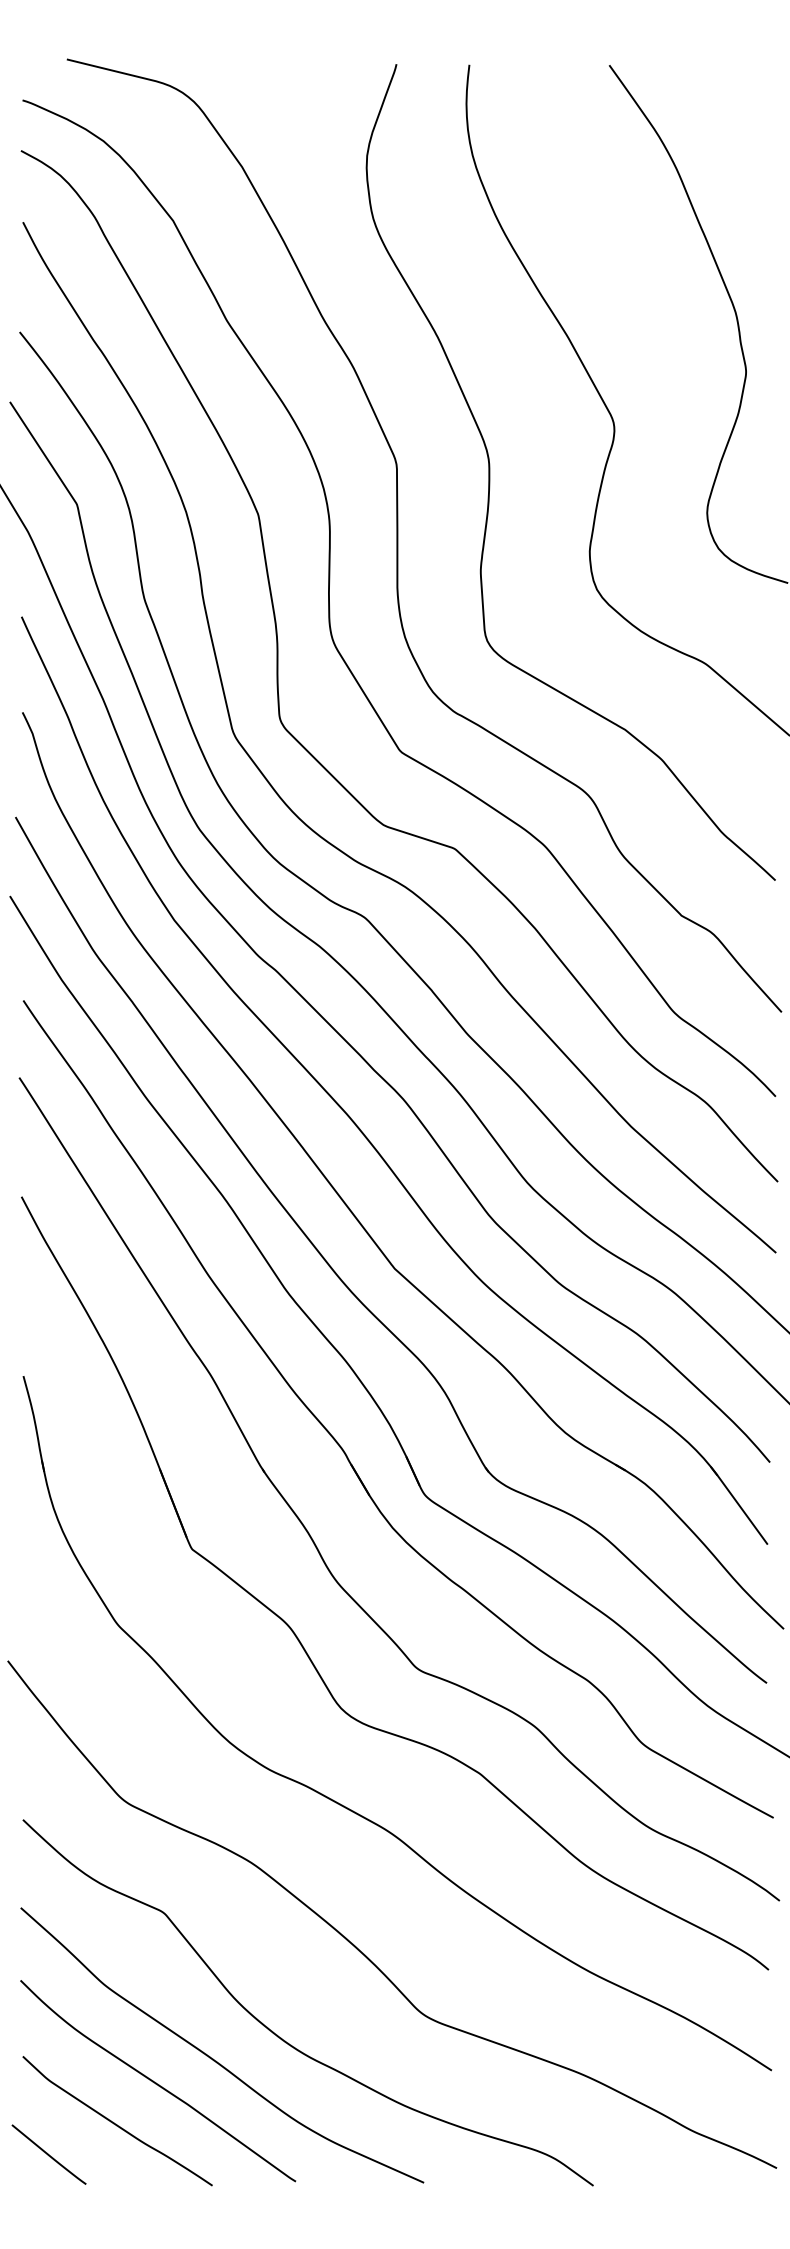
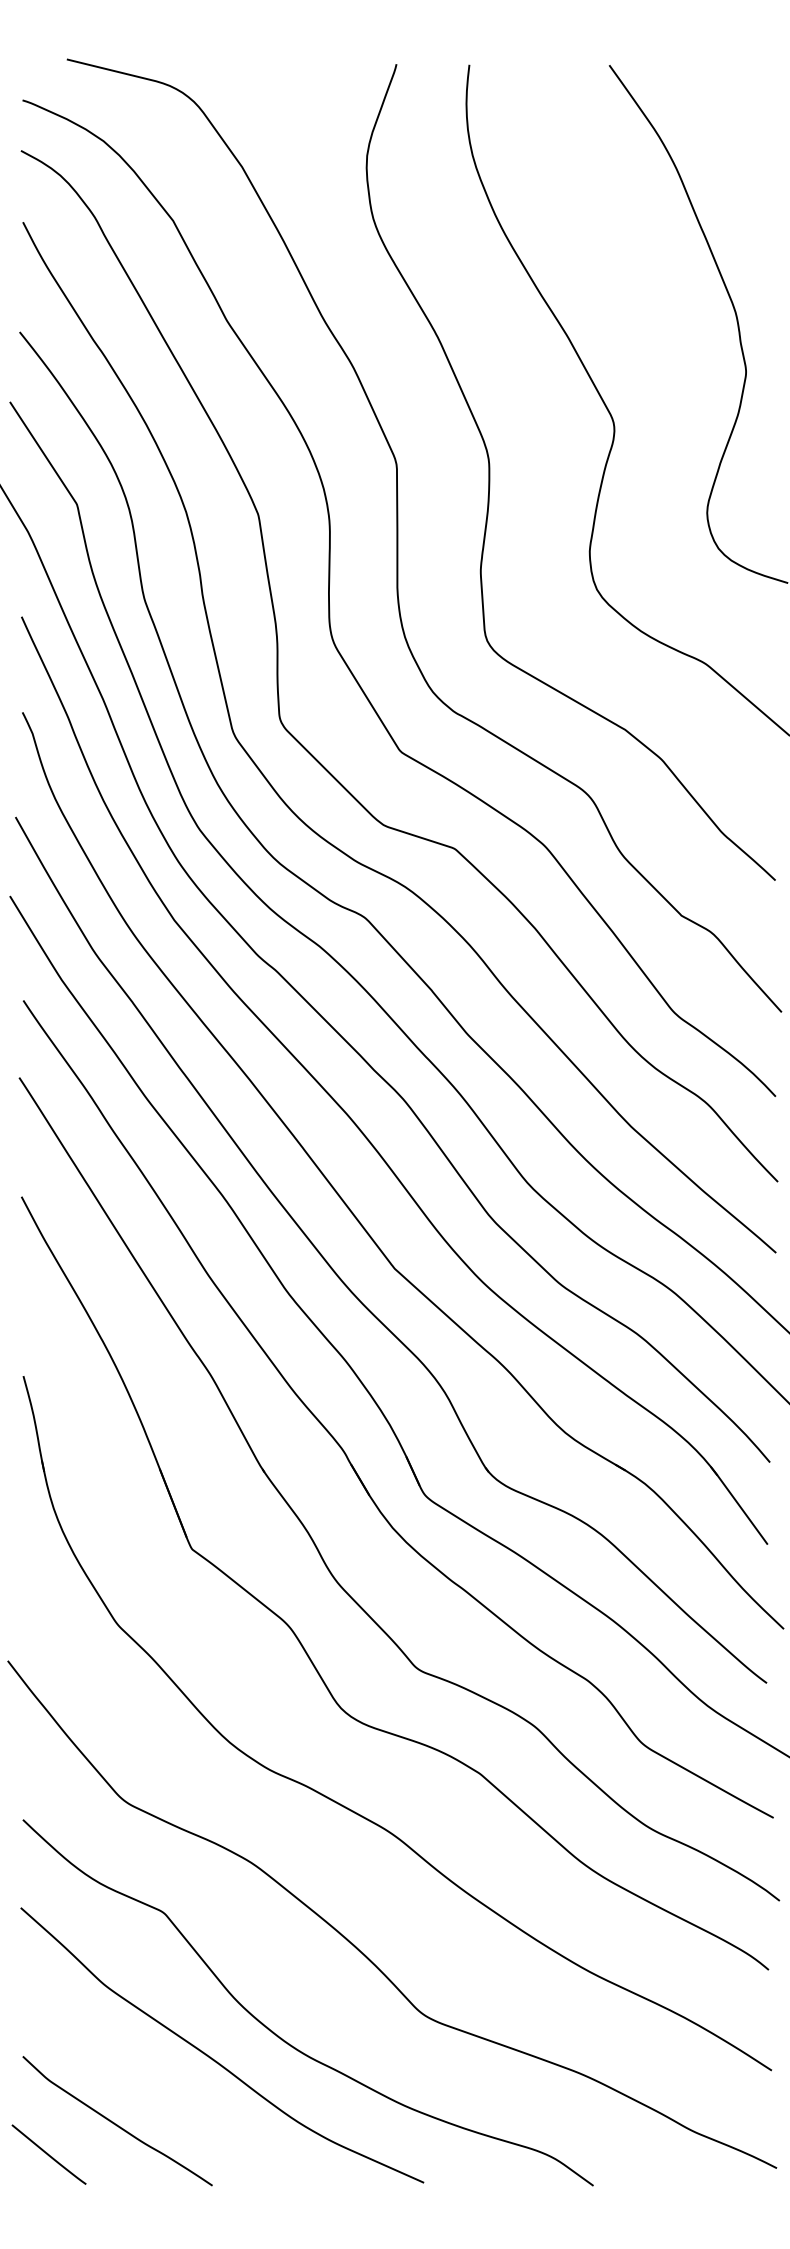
curve at (156, 2082): present -> none
